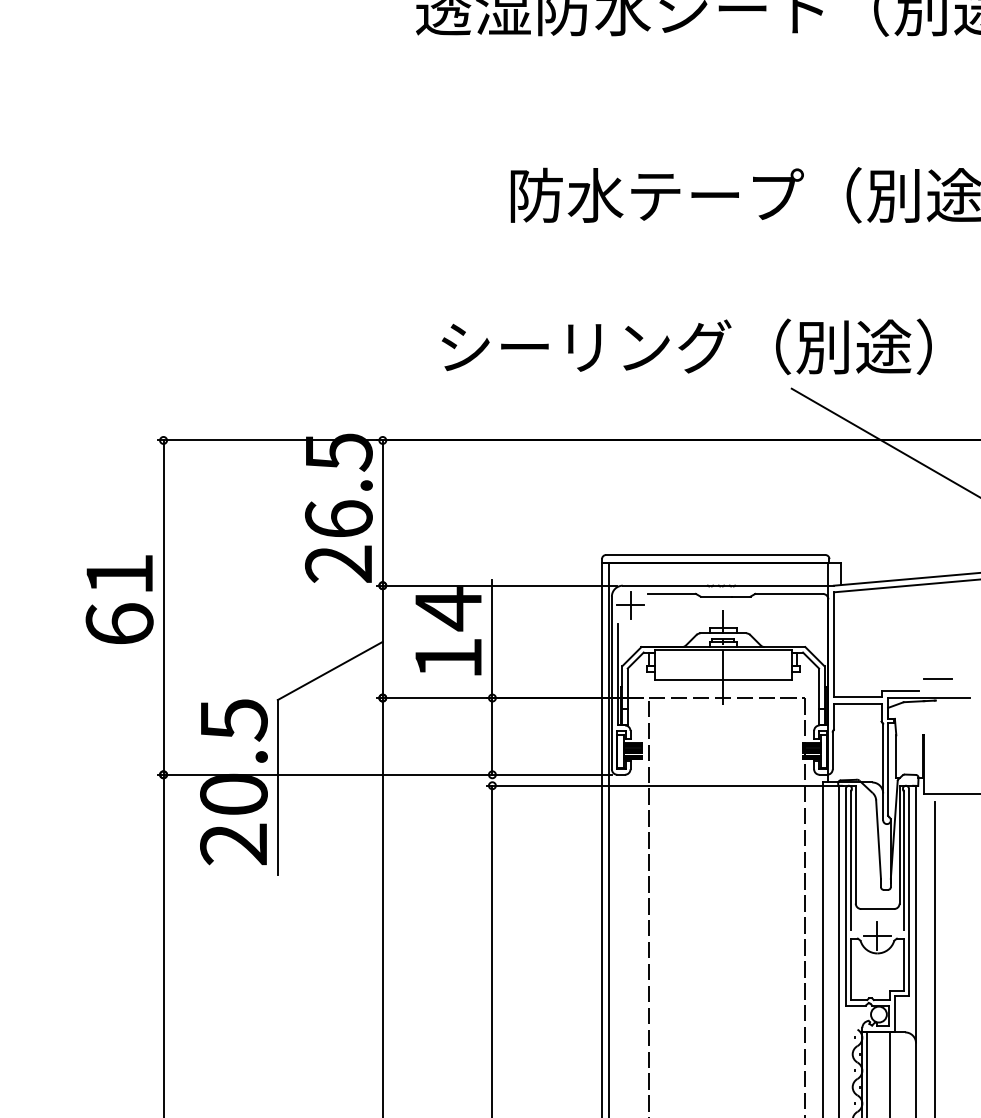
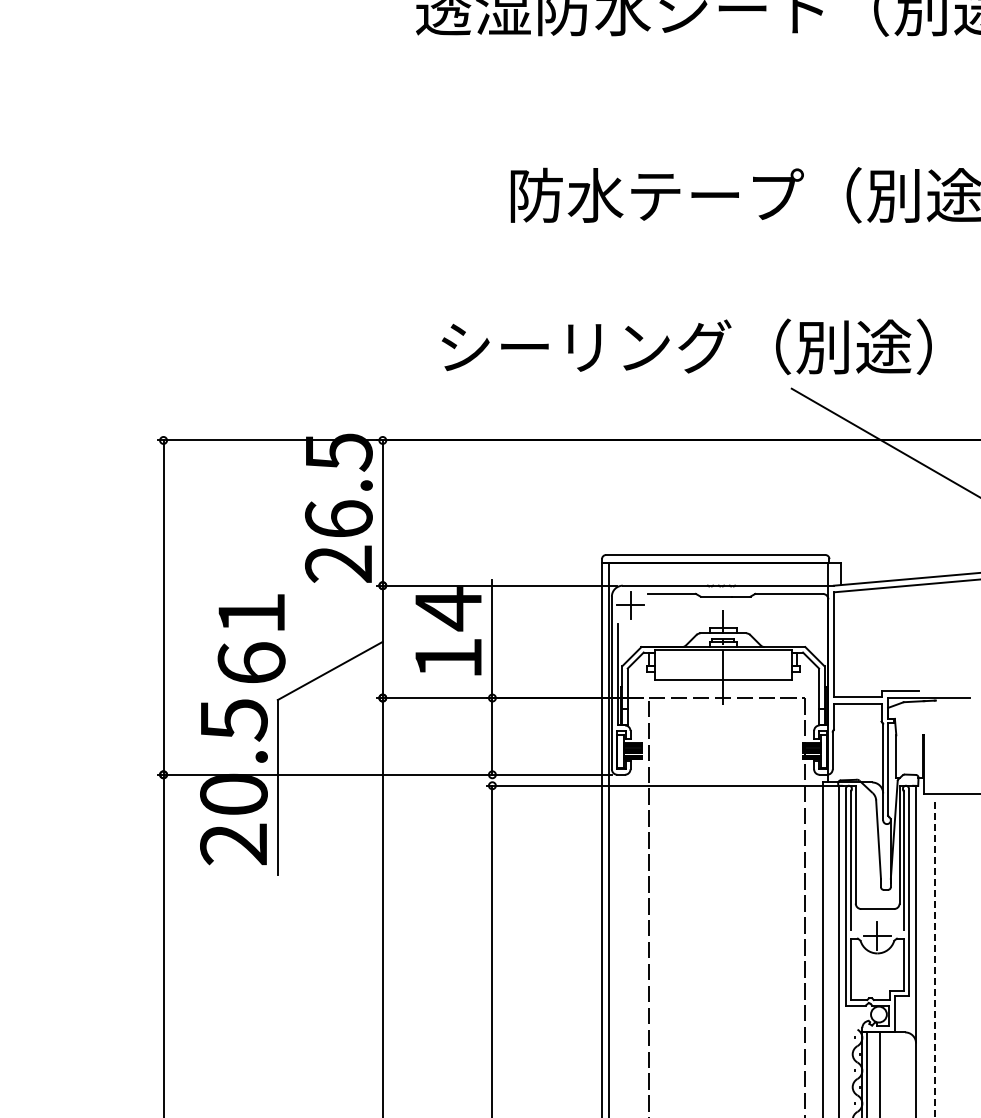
text at (119, 599) position: (119, 599) -> (251, 638)
line at (937, 678): present -> none
line at (935, 960): solid -> dashed
line at (889, 1073) position: (889, 1073) -> (879, 1073)
